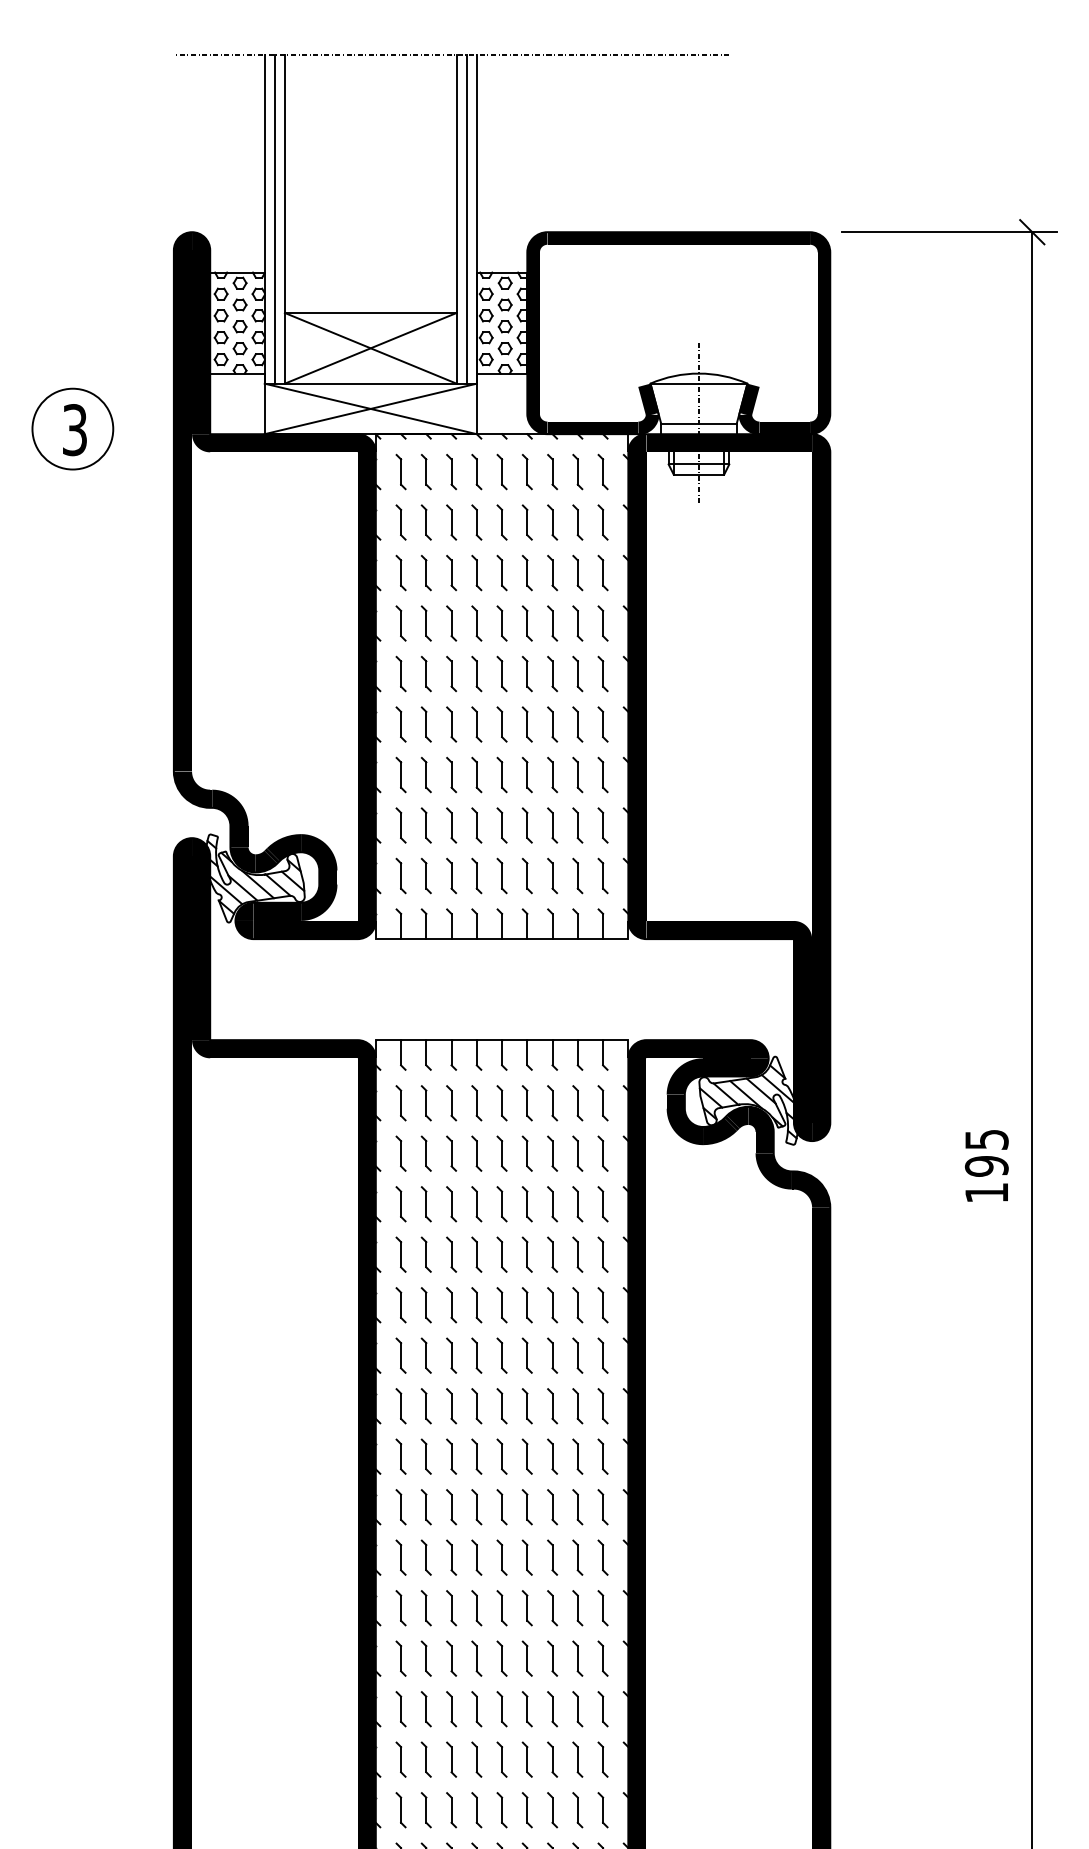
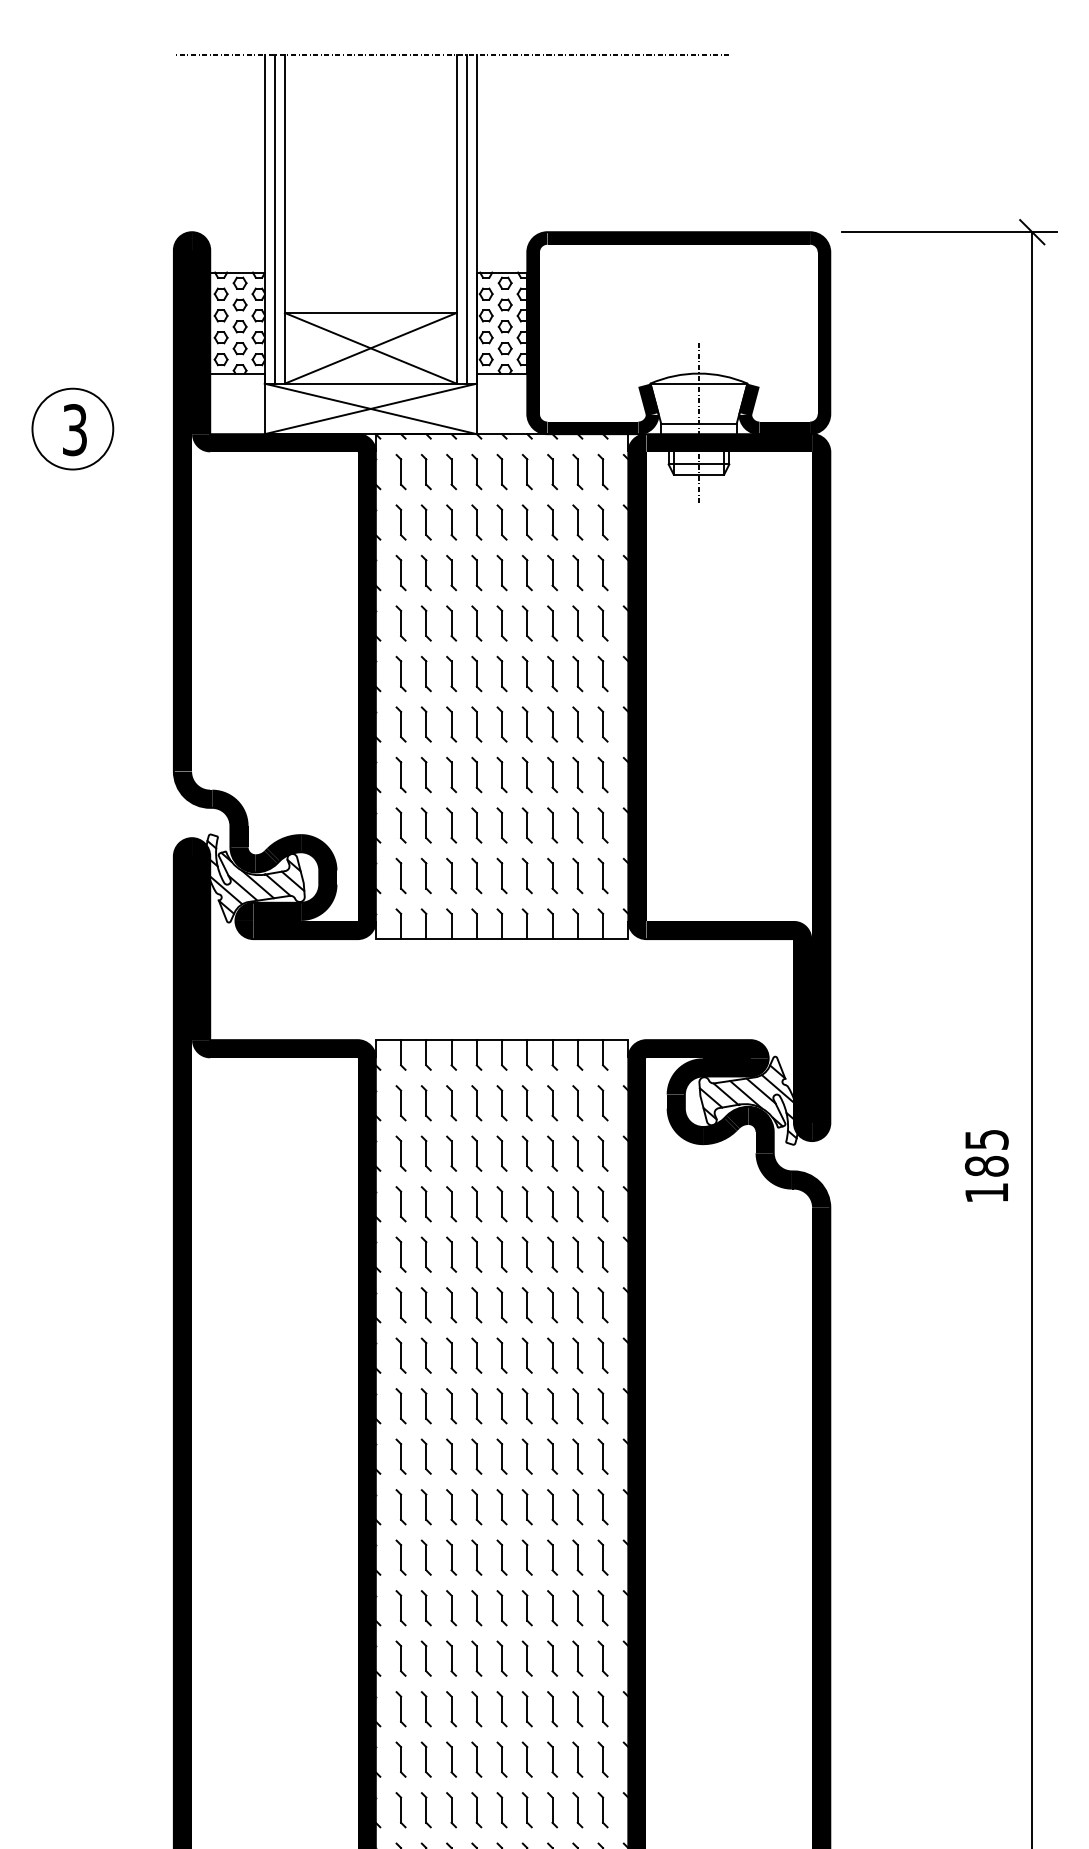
text at (986, 1166): 195 -> 185
